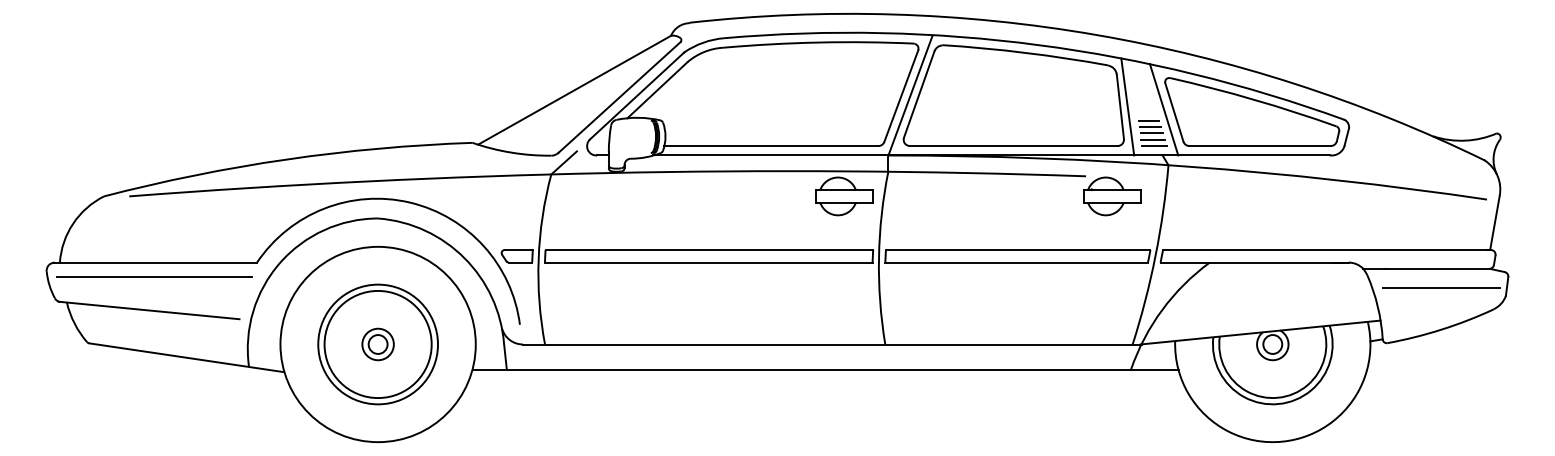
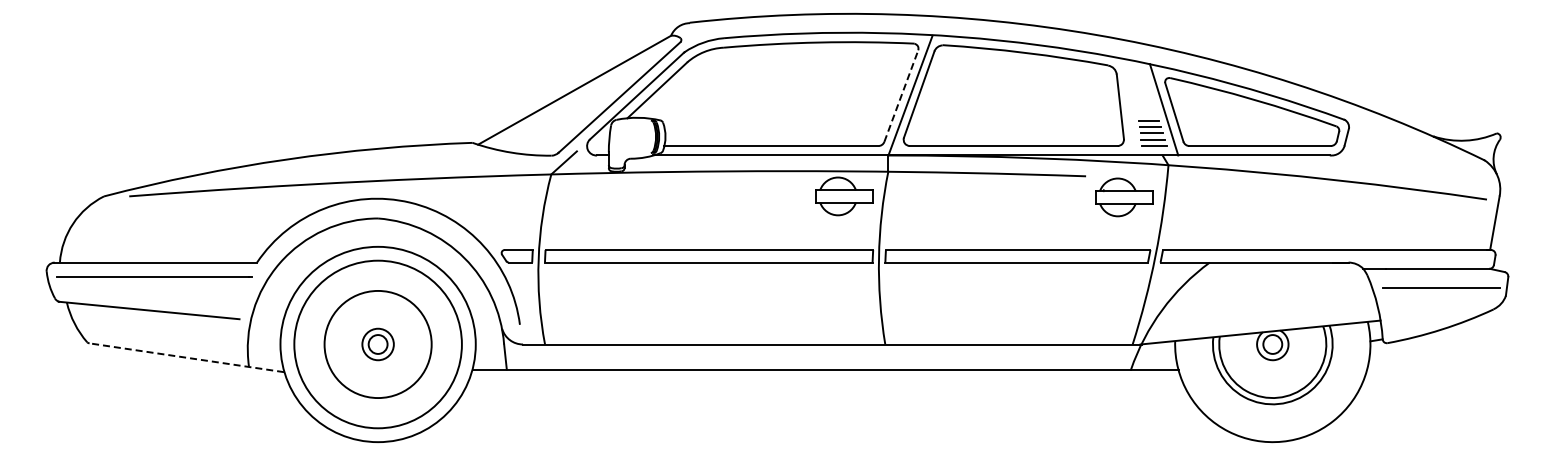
line at (901, 96): solid -> dashed
line at (1127, 106): present -> none
part at (1112, 196) position: (1112, 196) -> (1124, 197)
circle at (377, 344) diameter: 120 px -> 168 px
line at (186, 357): solid -> dashed
